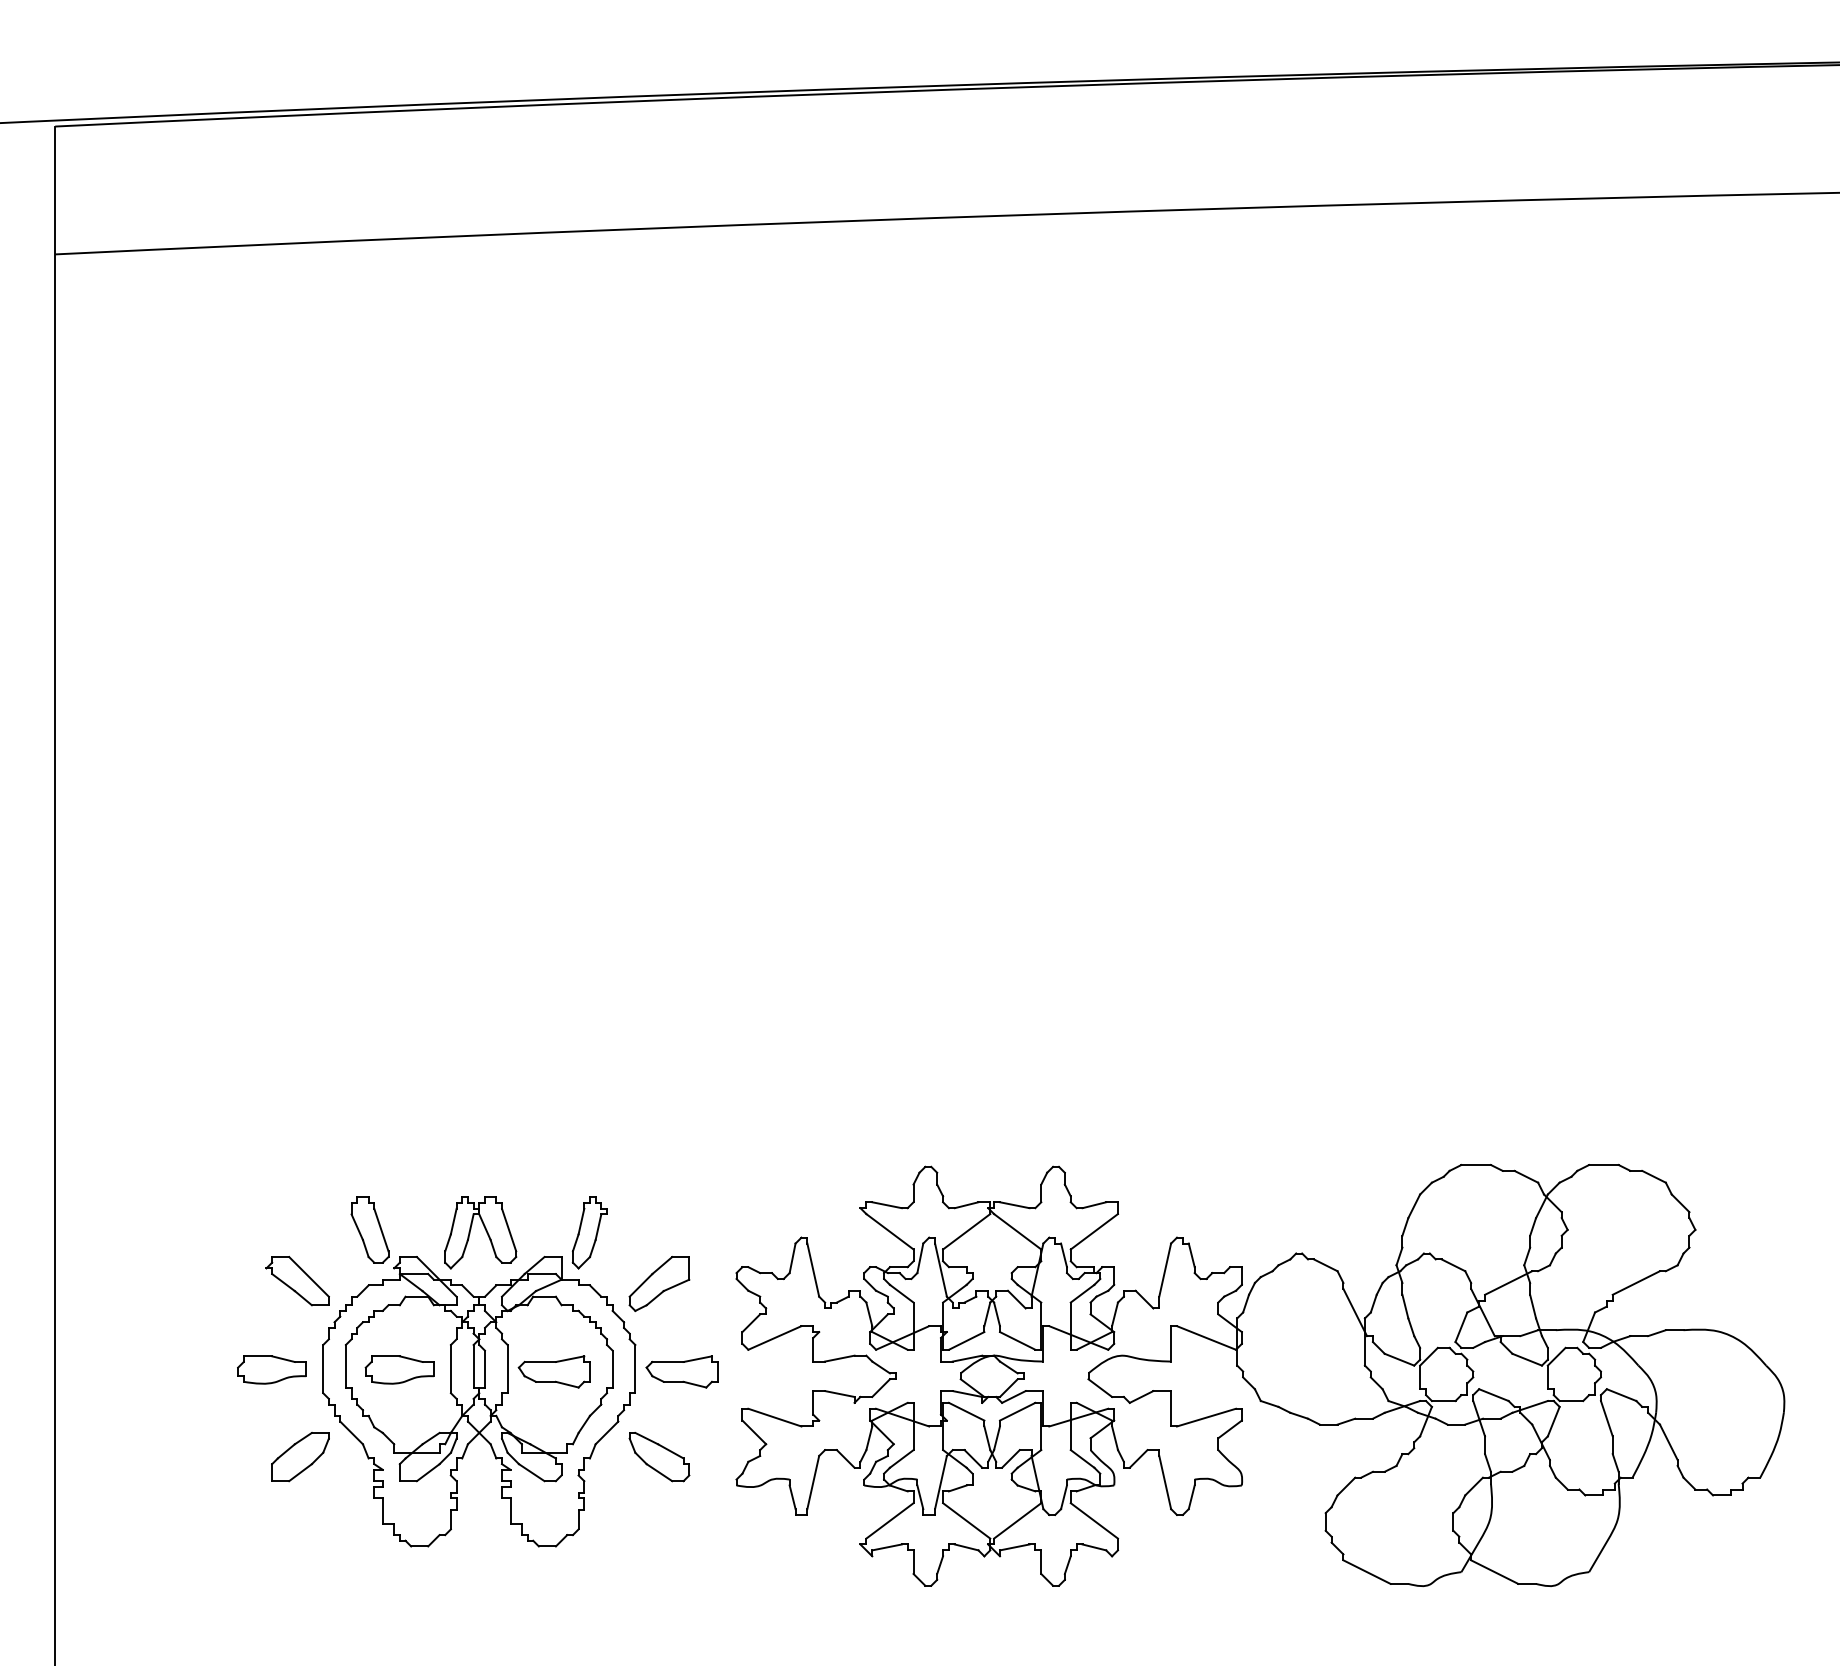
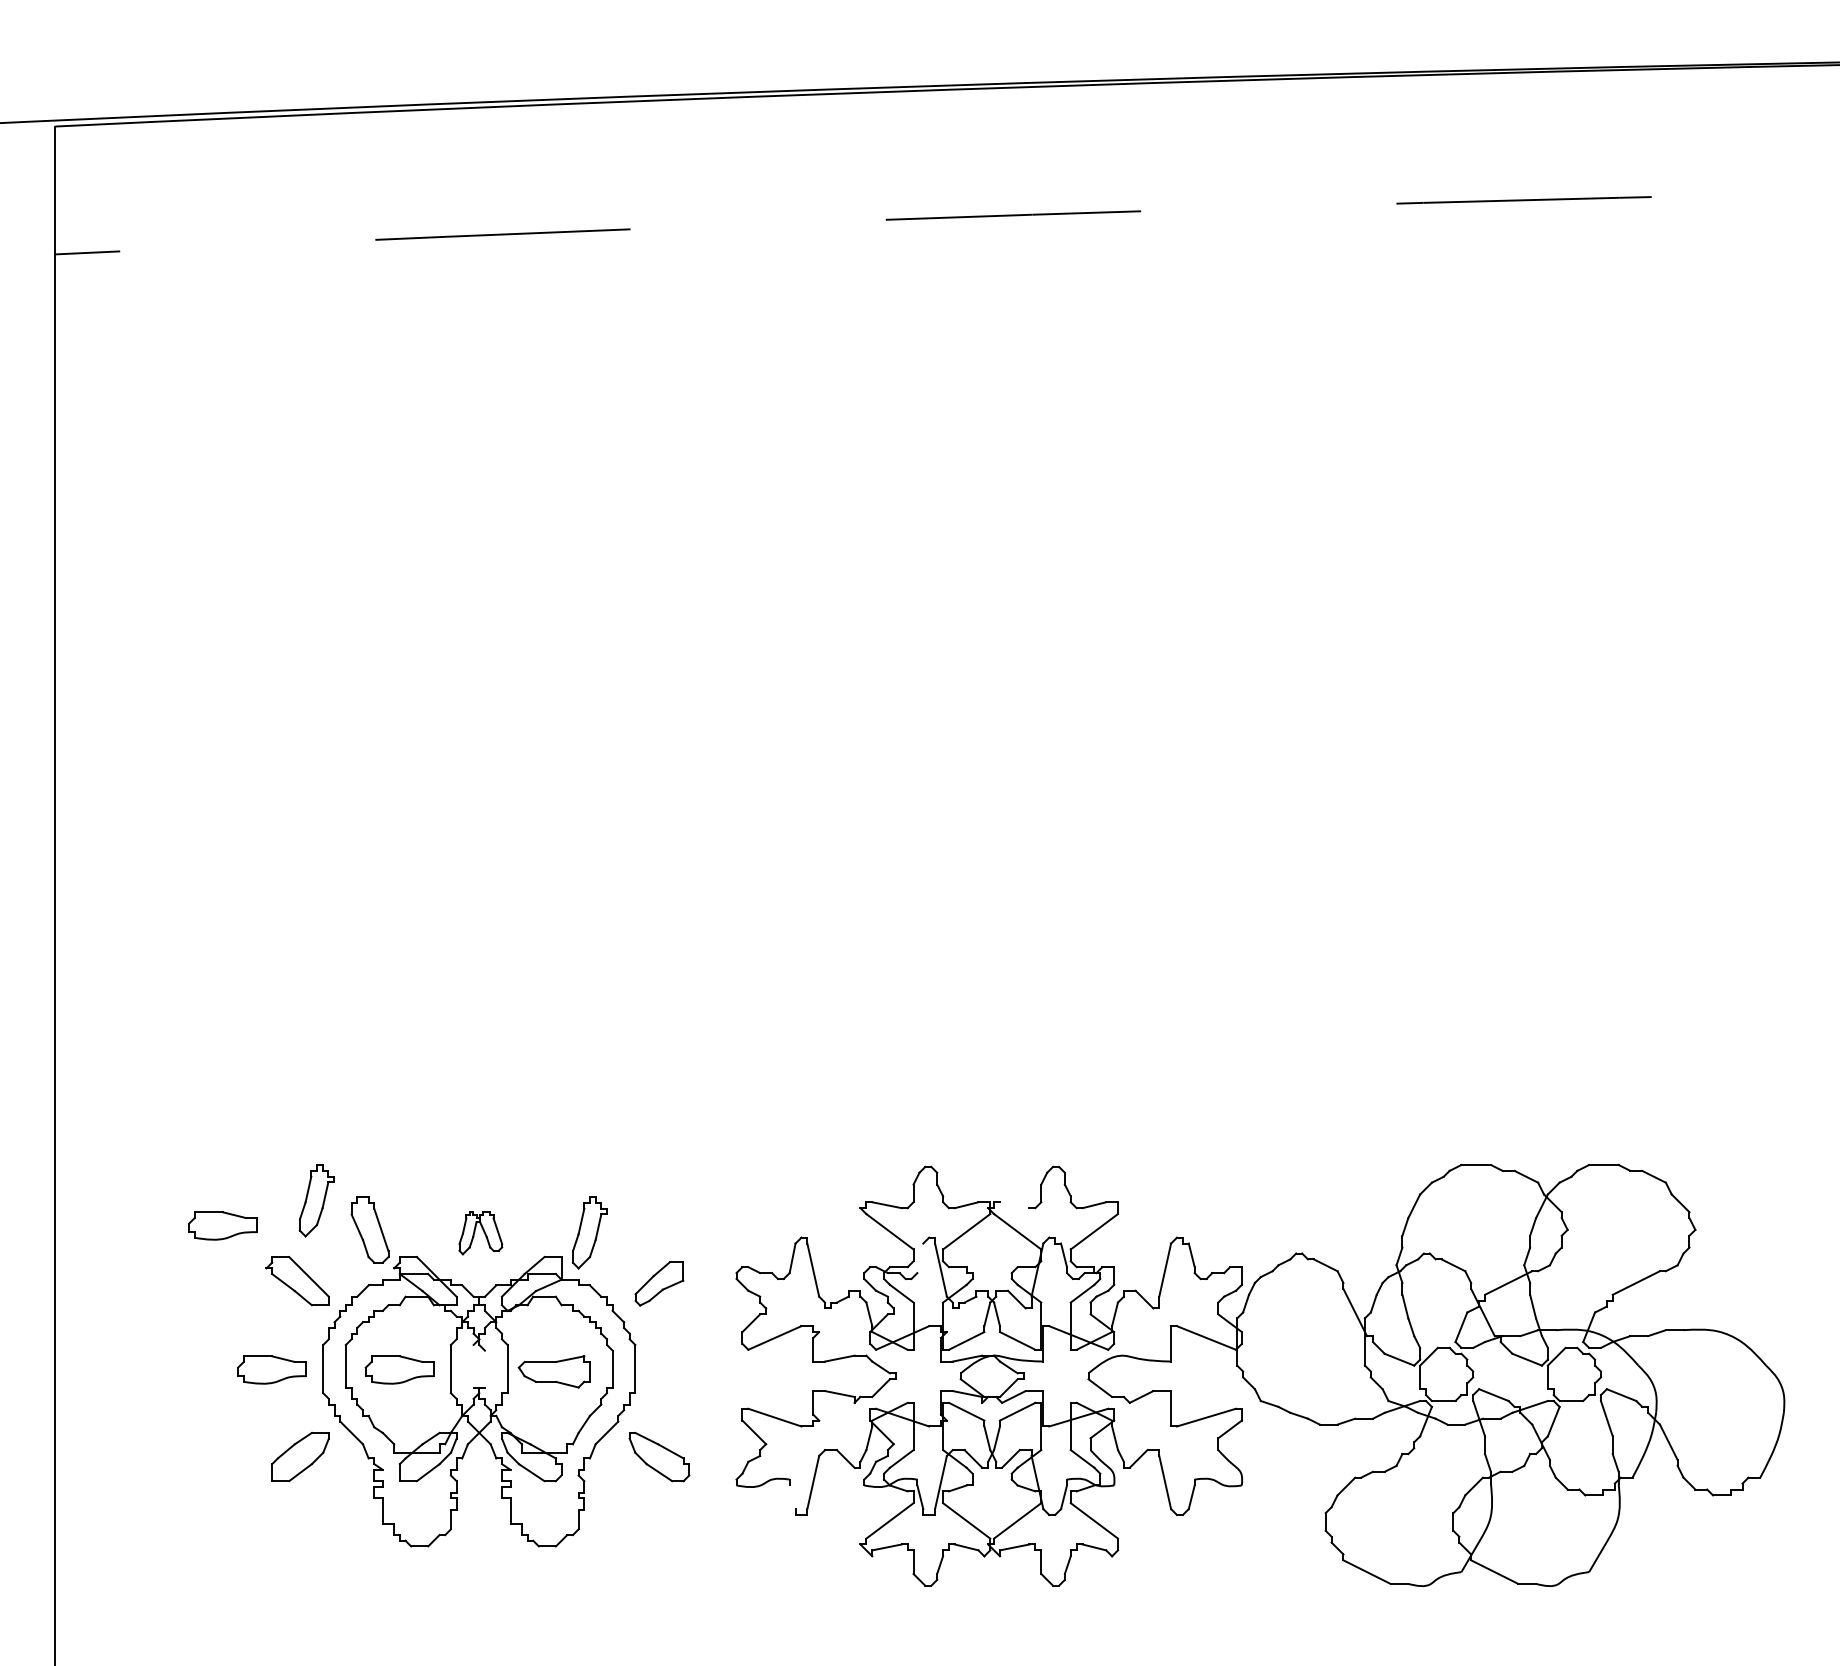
arc at (947, 217): solid -> dashed
part at (316, 1200): none -> present
line at (1014, 1205): present -> none
part at (222, 1225): none -> present
part at (480, 1232) size: 74x74 px -> 46x45 px
line at (920, 1258): present -> none
part at (659, 1283) size: 63x56 px -> 51x46 px
line at (473, 1365): present -> none
line at (484, 1368): present -> none
part at (681, 1371): present -> none
line at (792, 1497): present -> none
